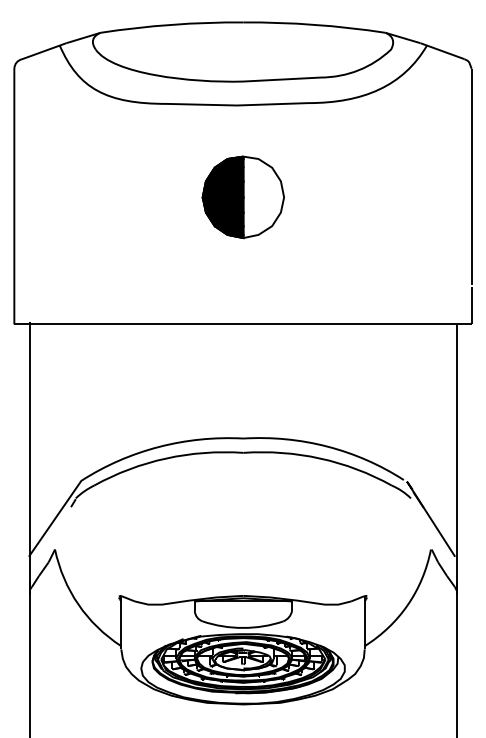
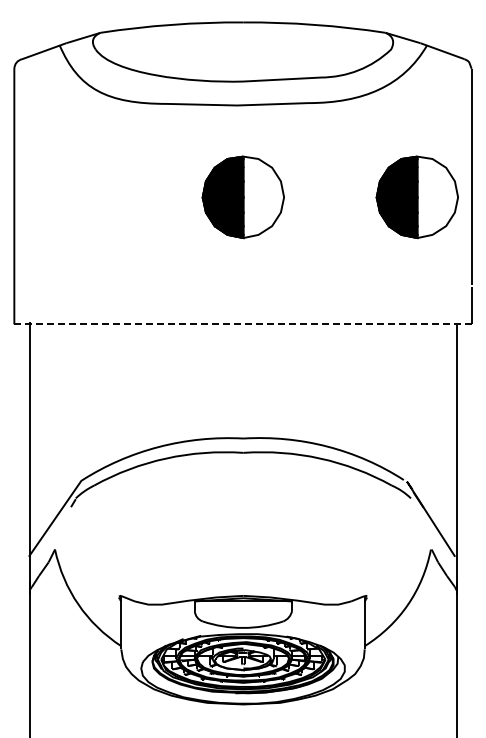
part at (416, 197): none -> present
line at (242, 324): solid -> dashed
